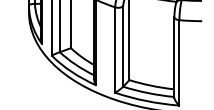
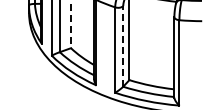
line at (71, 24): solid -> dashed
line at (123, 45): solid -> dashed
